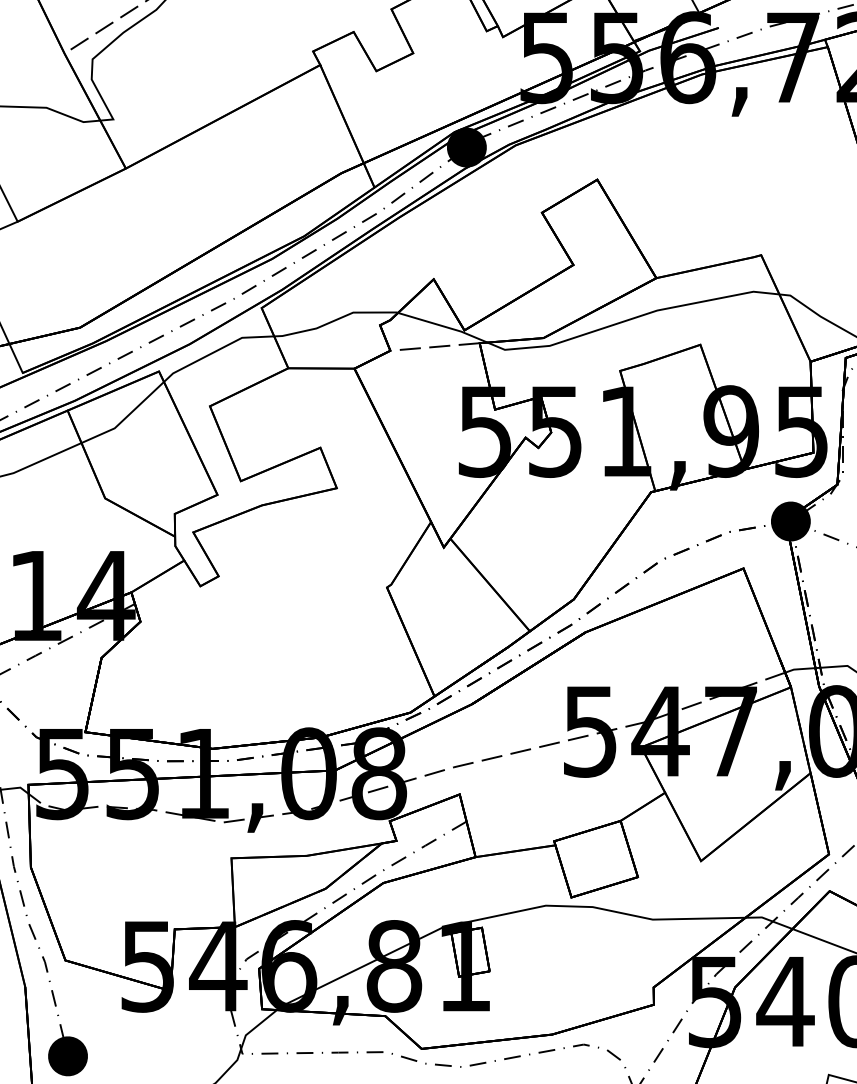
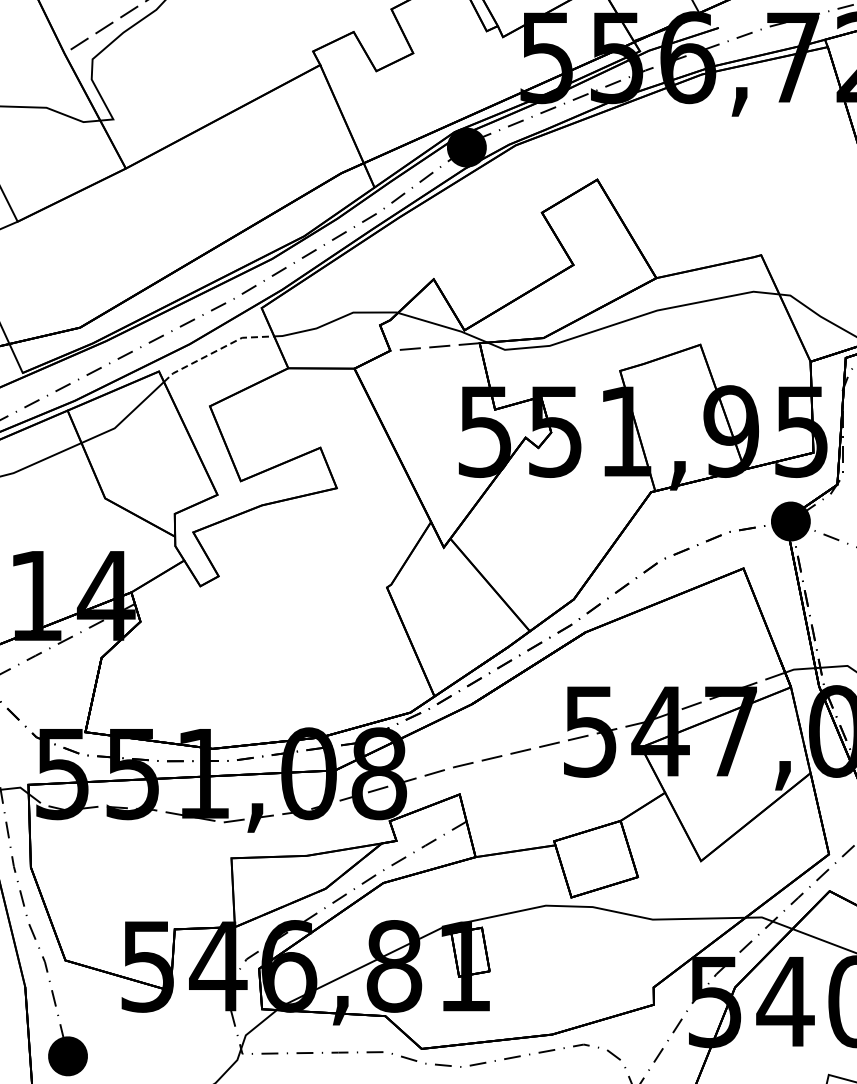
line at (216, 351): solid -> dashed
